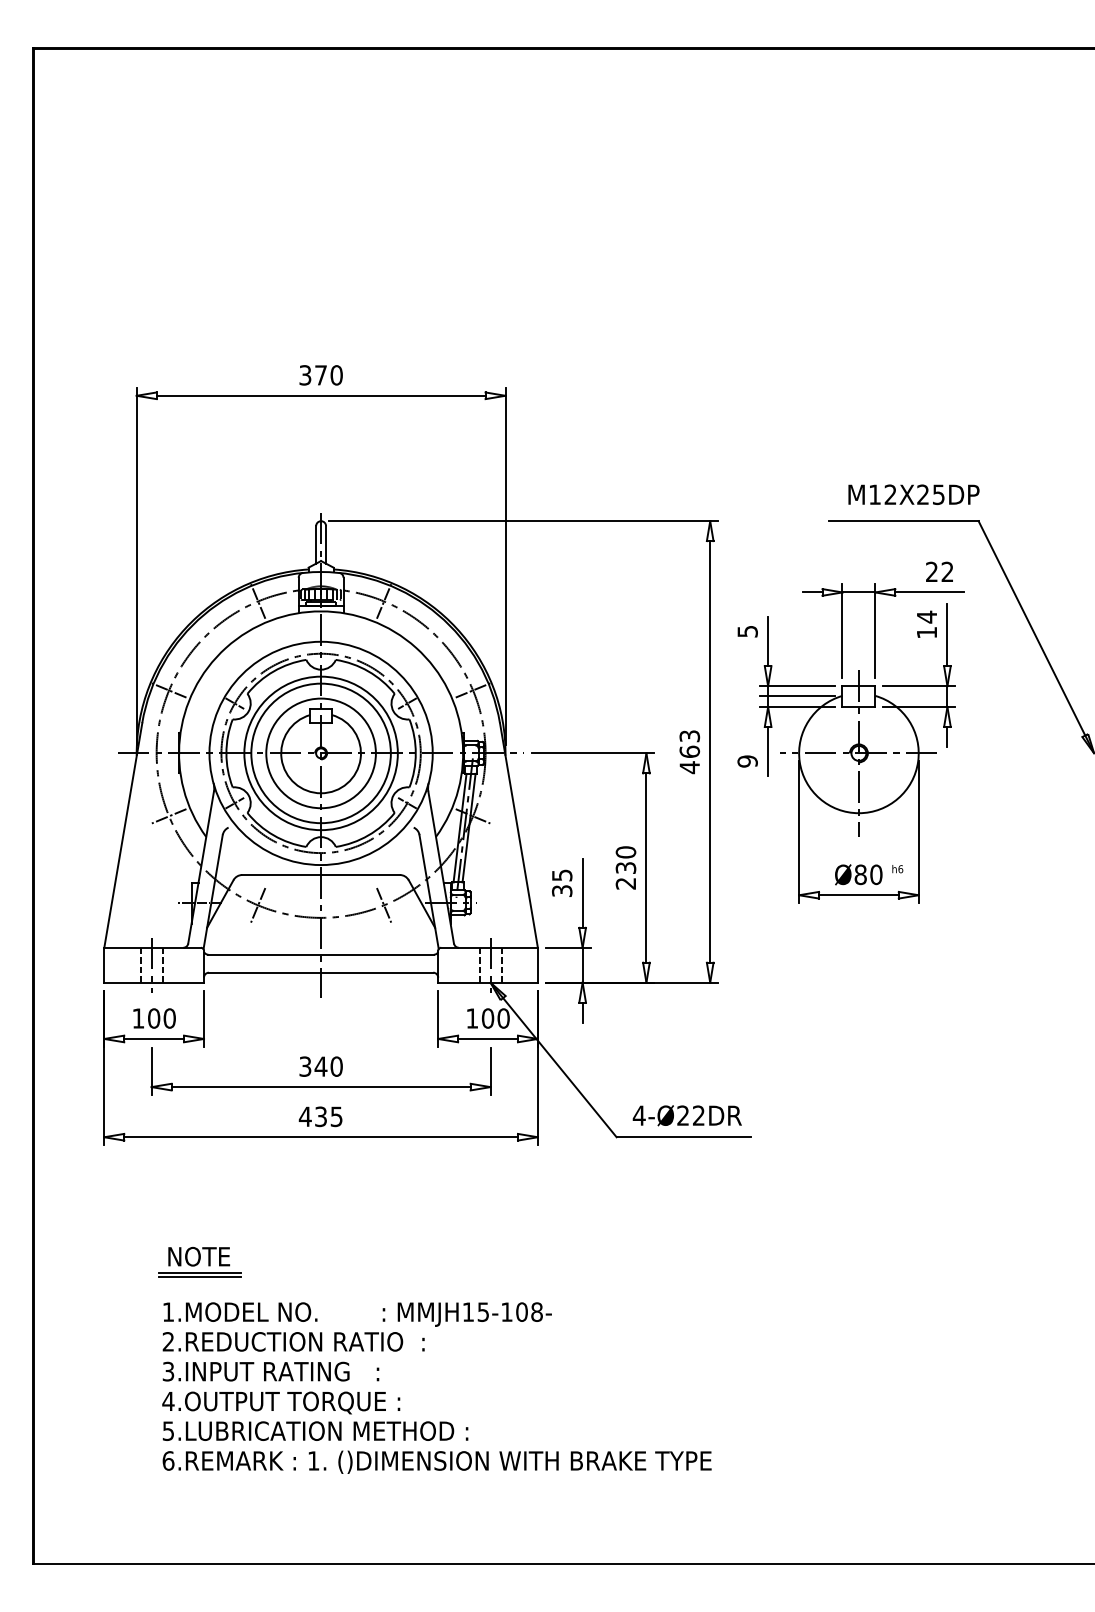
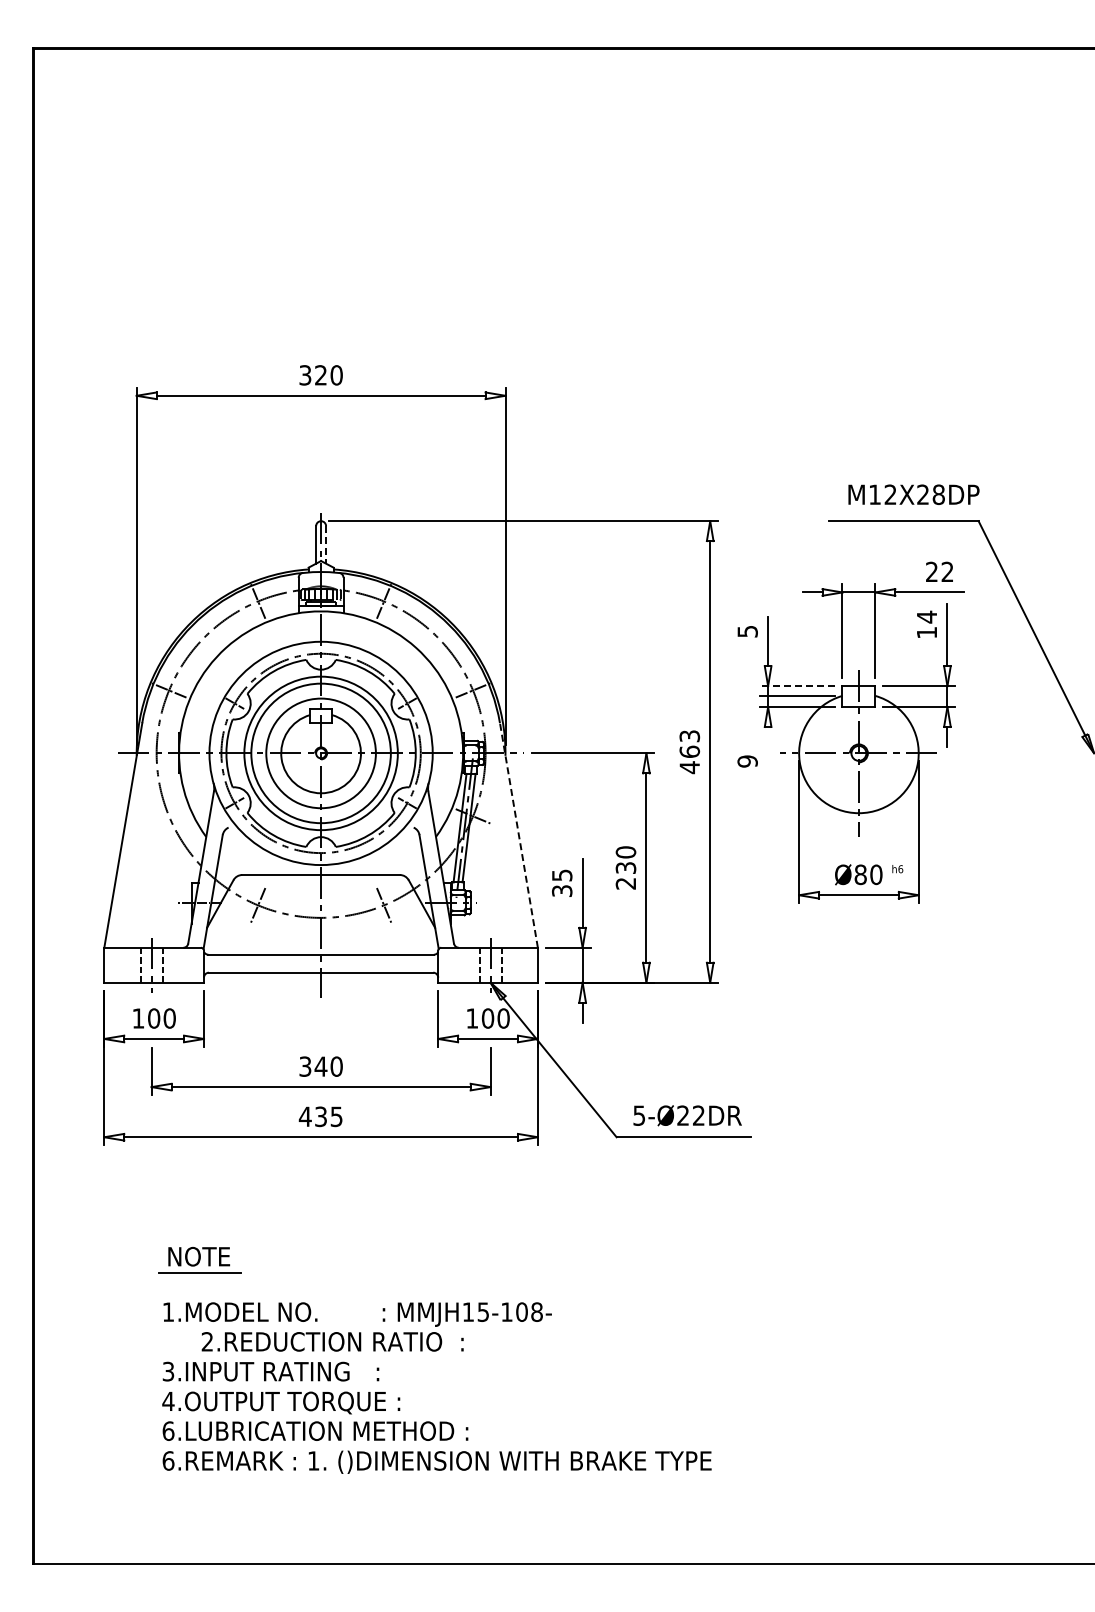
text at (320, 375): 370 -> 320
text at (938, 494): M12X25DP -> M12X28DP
line at (326, 544): solid -> dashed
line at (796, 686): solid -> dashed
line at (768, 751): present -> none
line at (168, 816): present -> none
line at (518, 835): solid -> dashed
text at (638, 1115): 4-Ø22DR -> 5-Ø22DR
line at (199, 1276): present -> none
text at (293, 1341) position: (293, 1341) -> (332, 1341)
text at (168, 1431): 5.LUBRICATION -> 6.LUBRICATION
